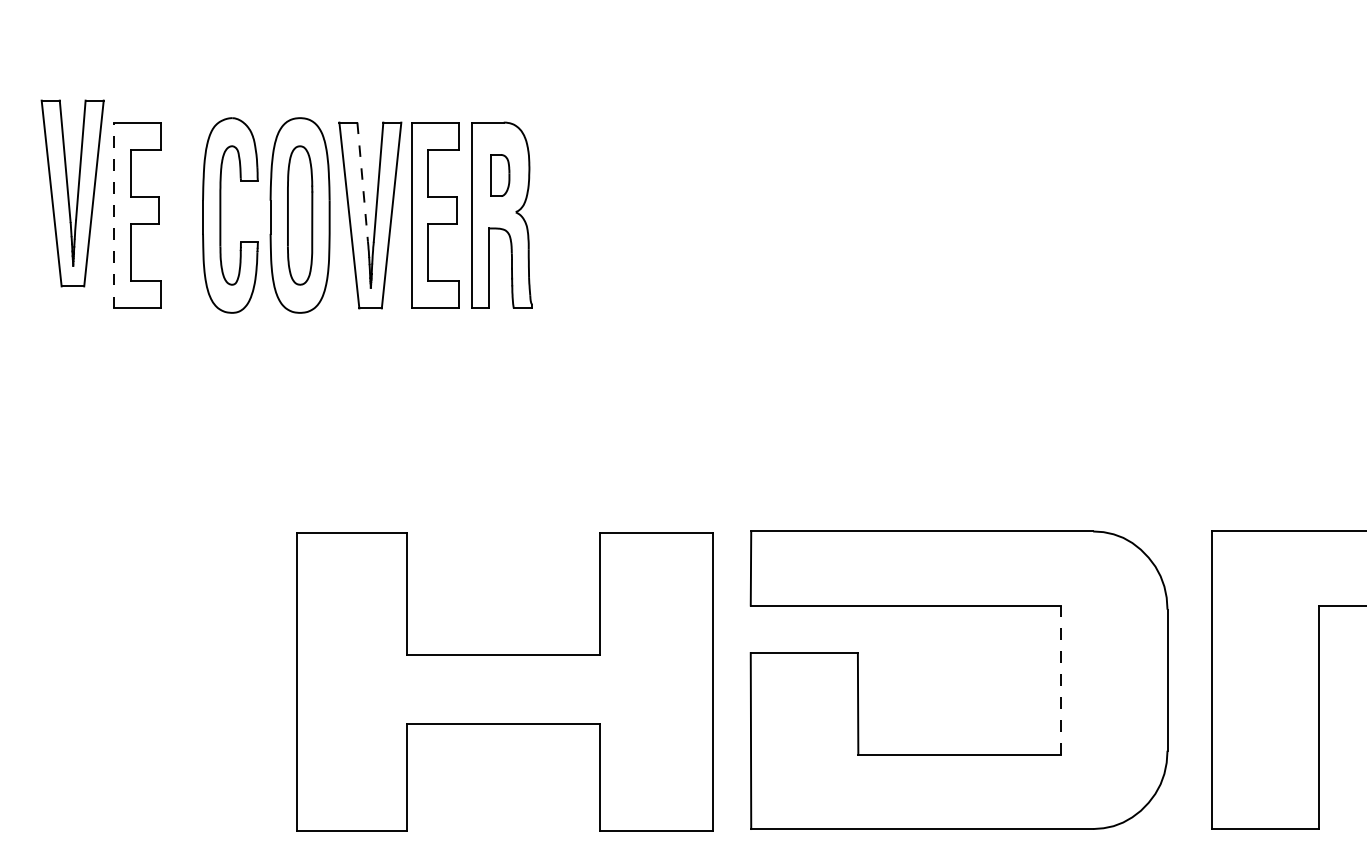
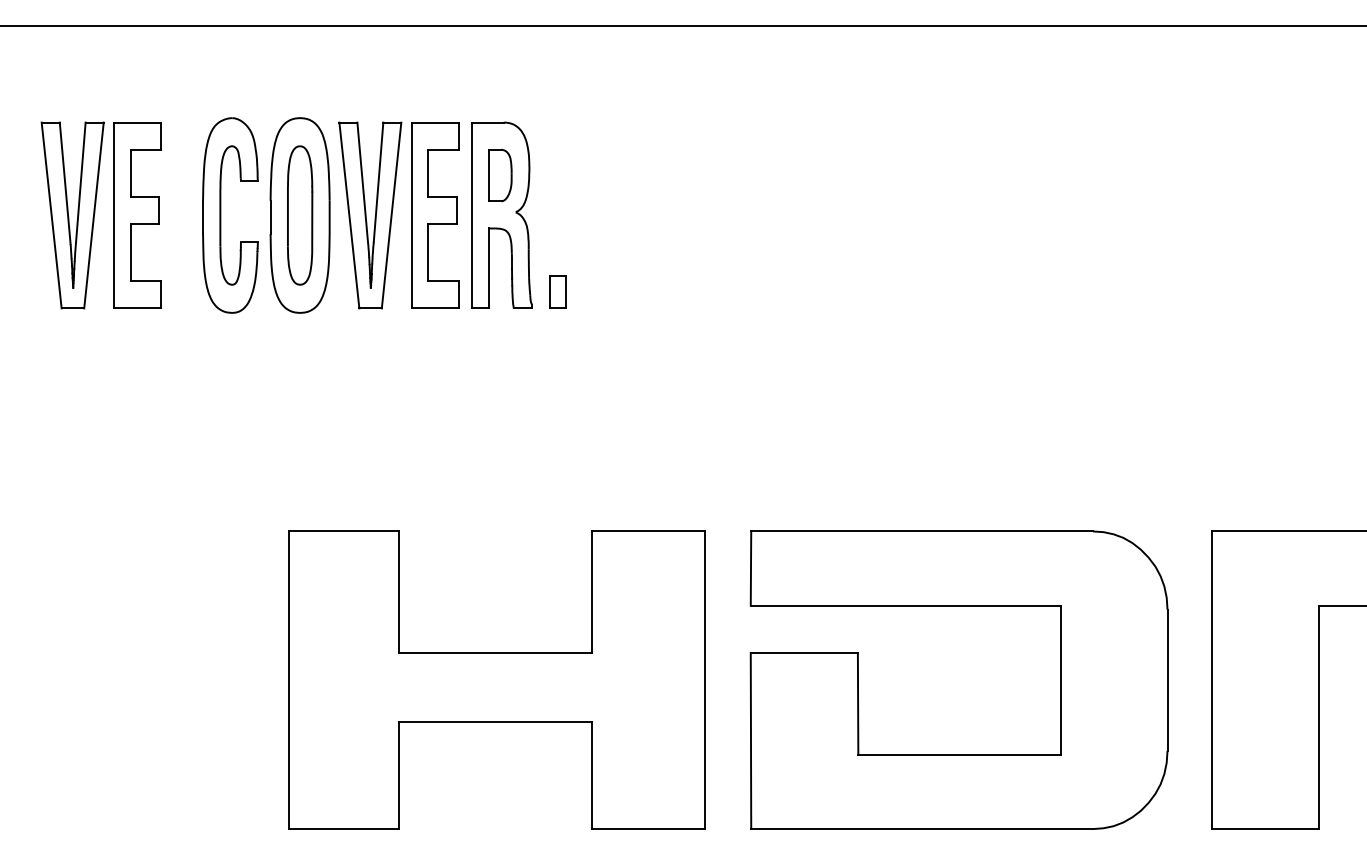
line at (682, 25): none -> present
part at (500, 175) size: 21x43 px -> 25x55 px
line at (362, 182): dashed -> solid
part at (72, 193) position: (72, 193) -> (72, 215)
line at (114, 215): dashed -> solid
part at (557, 291): none -> present
line at (1060, 680): dashed -> solid
part at (504, 681) position: (504, 681) -> (496, 679)
